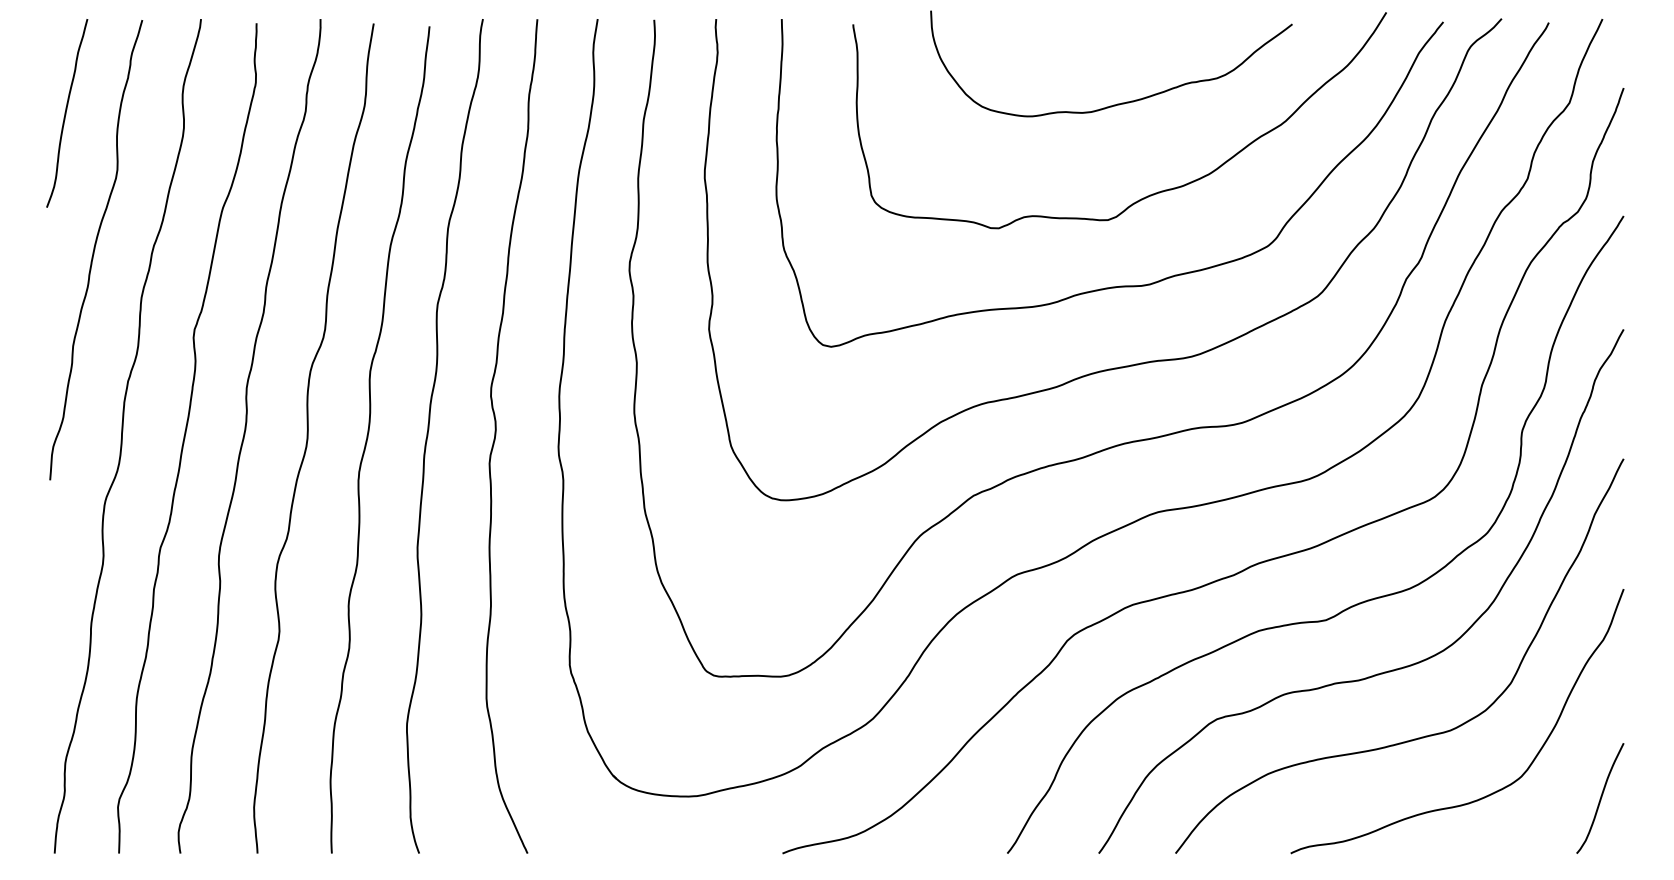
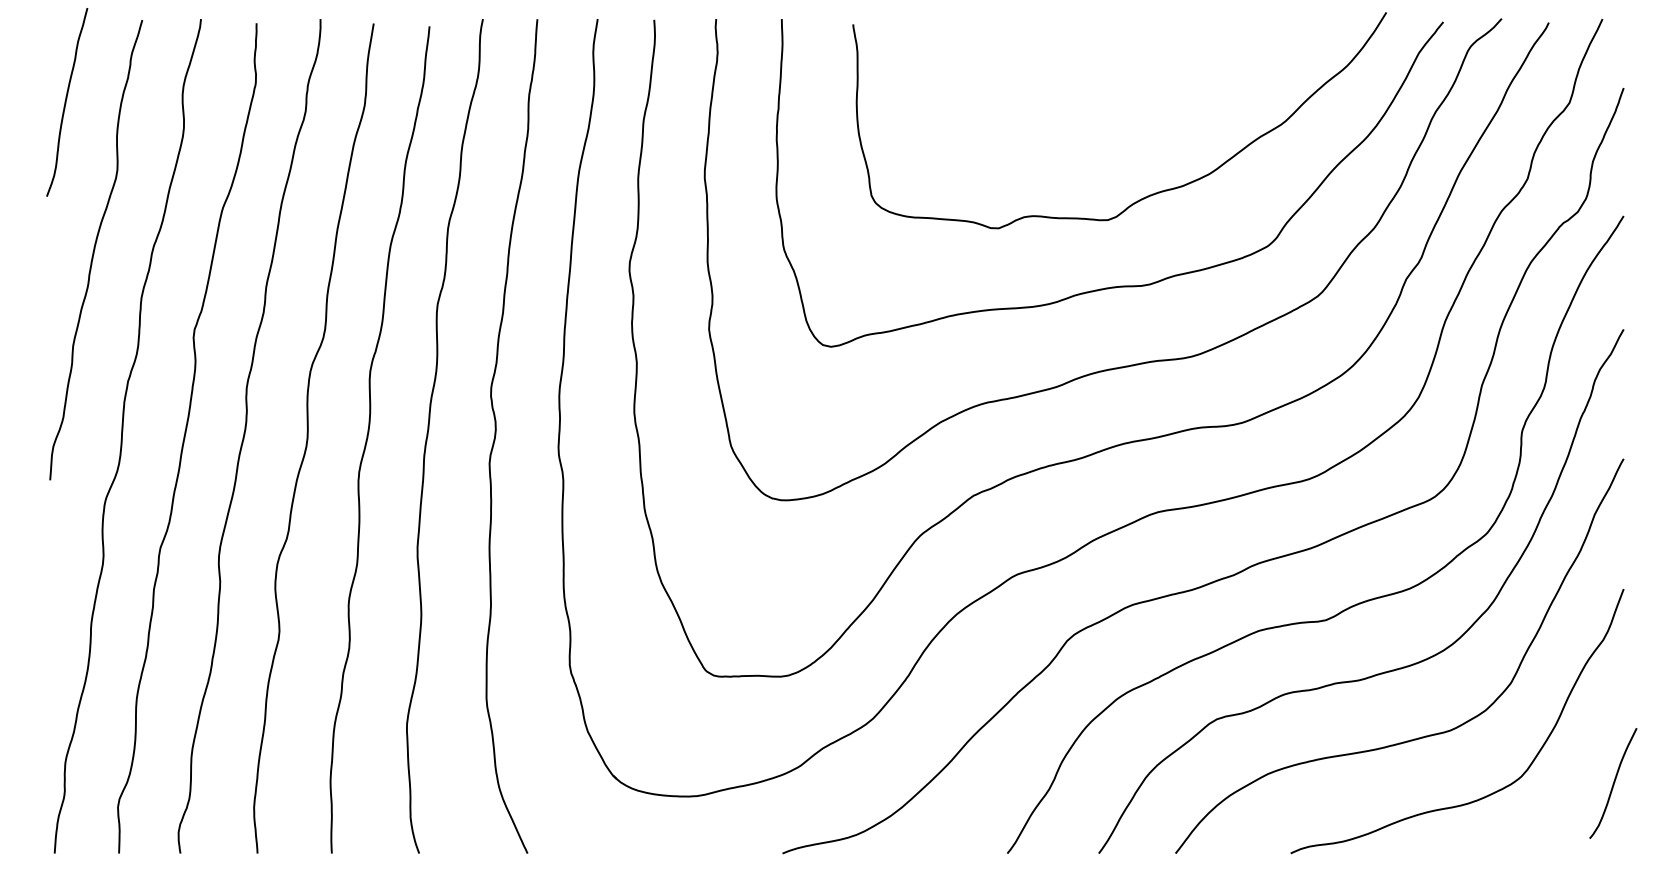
curve at (1117, 103): present -> none
curve at (66, 113) position: (66, 113) -> (66, 102)
curve at (1600, 798) position: (1600, 798) -> (1613, 783)
